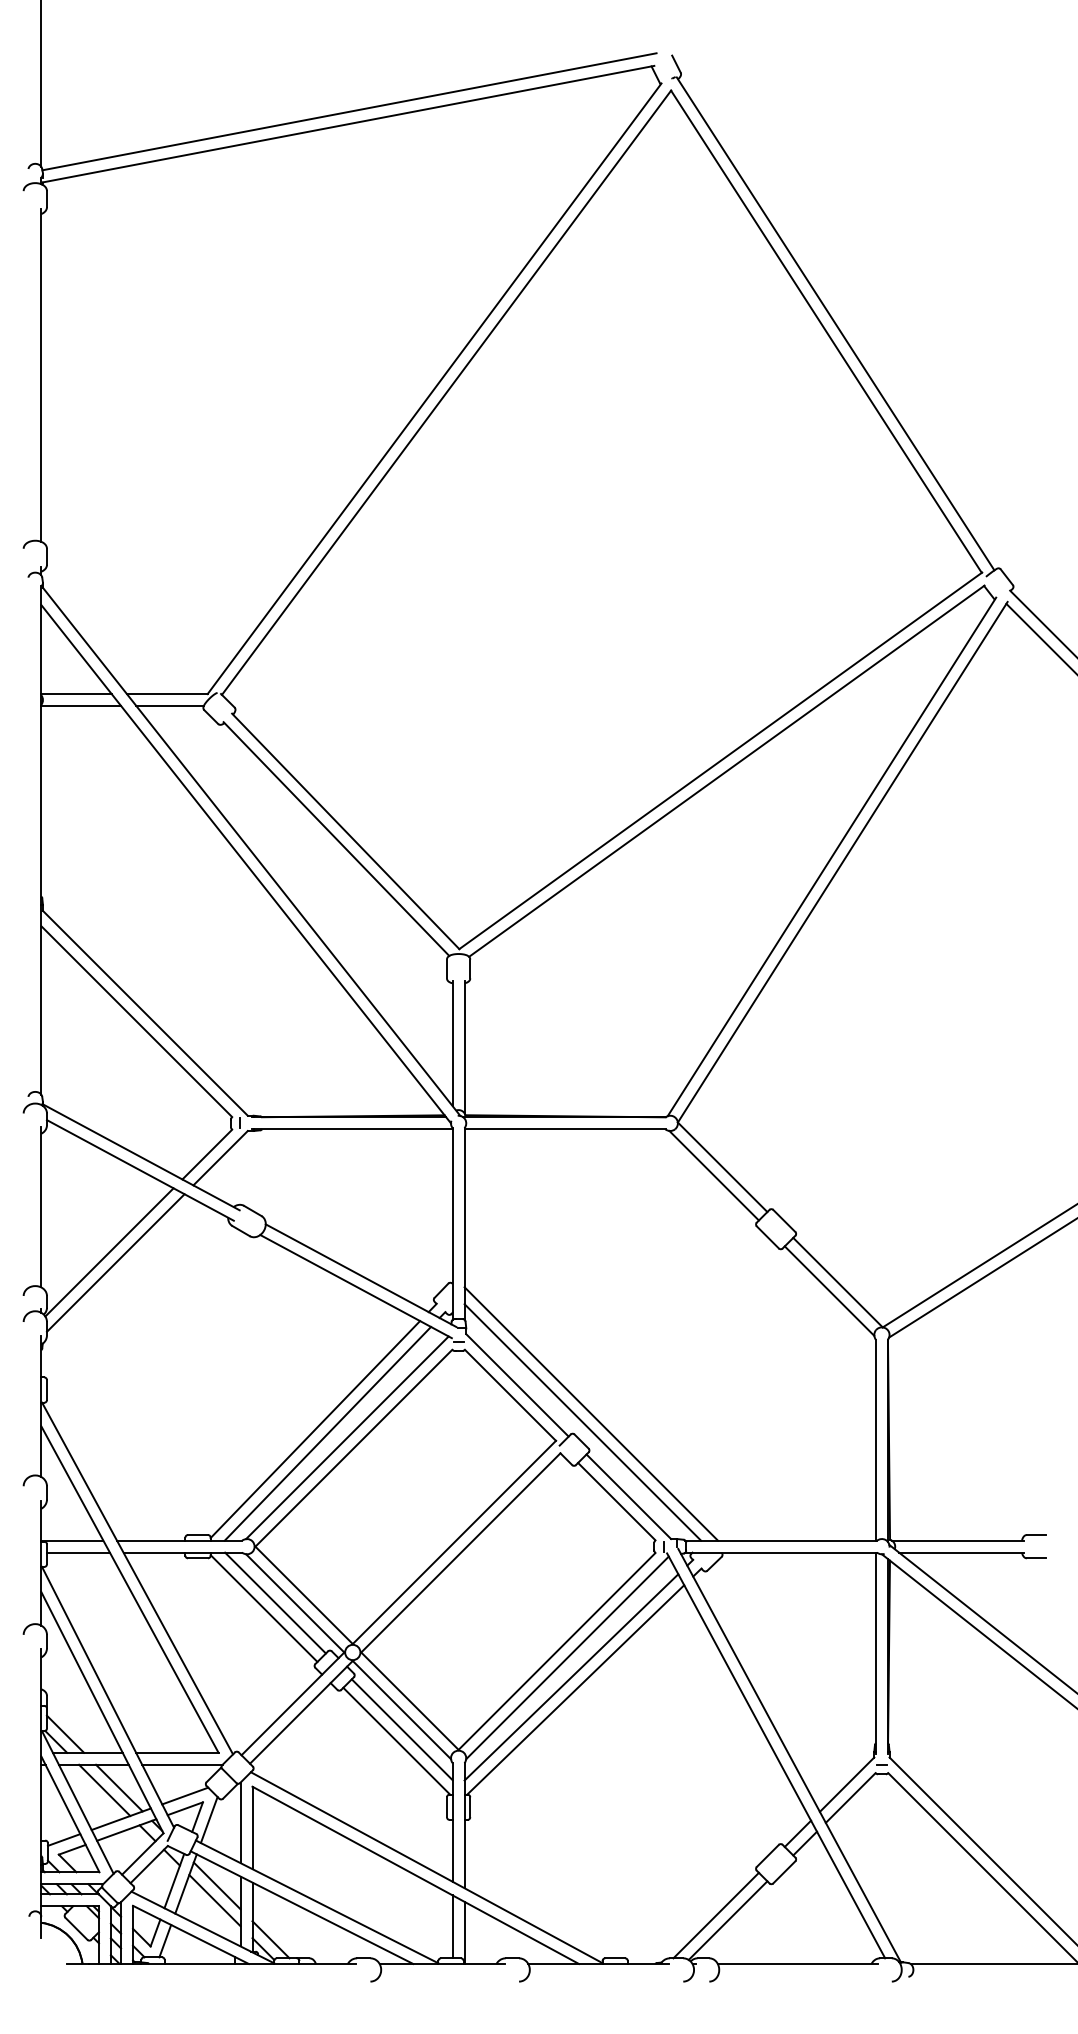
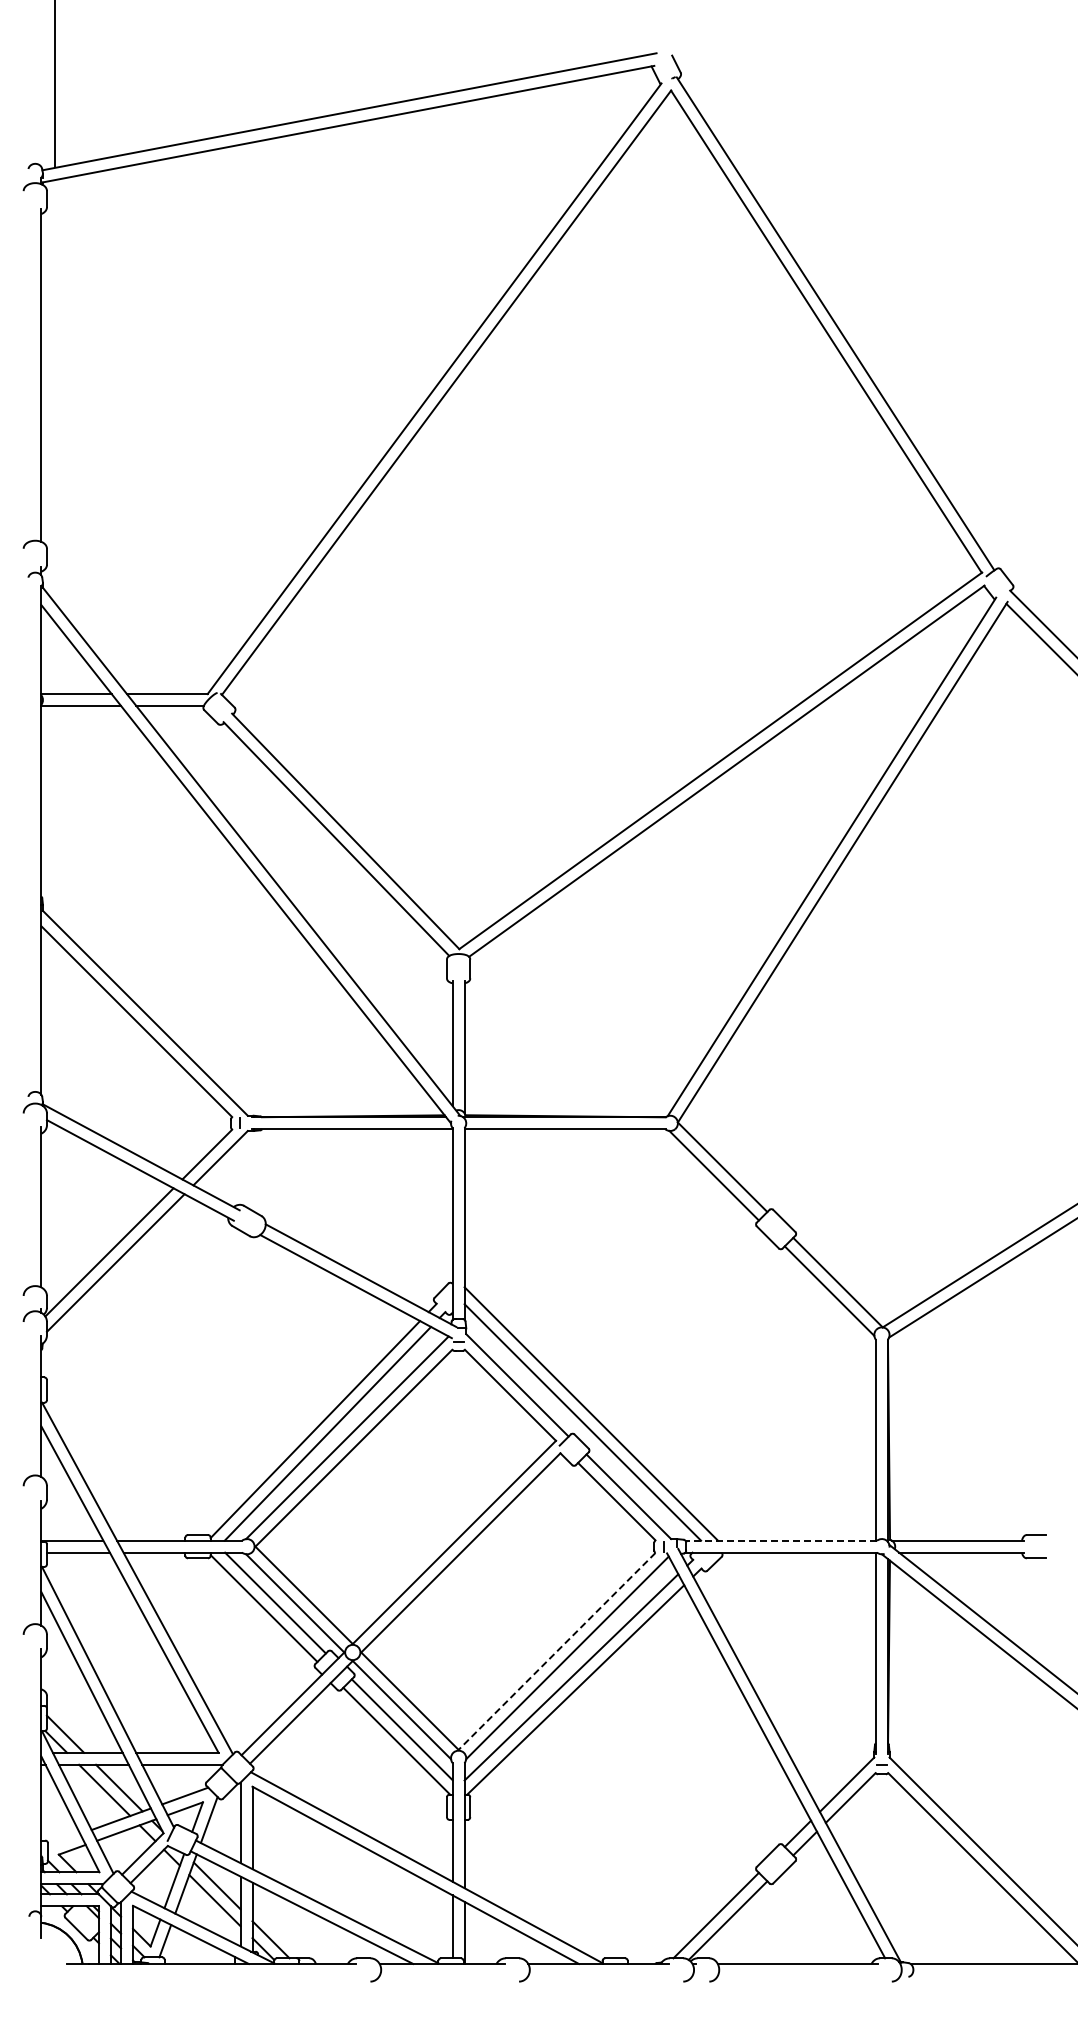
line at (41, 84) position: (41, 84) -> (55, 84)
line at (781, 1540): solid -> dashed
line at (556, 1651): solid -> dashed
line at (63, 1839): present -> none
